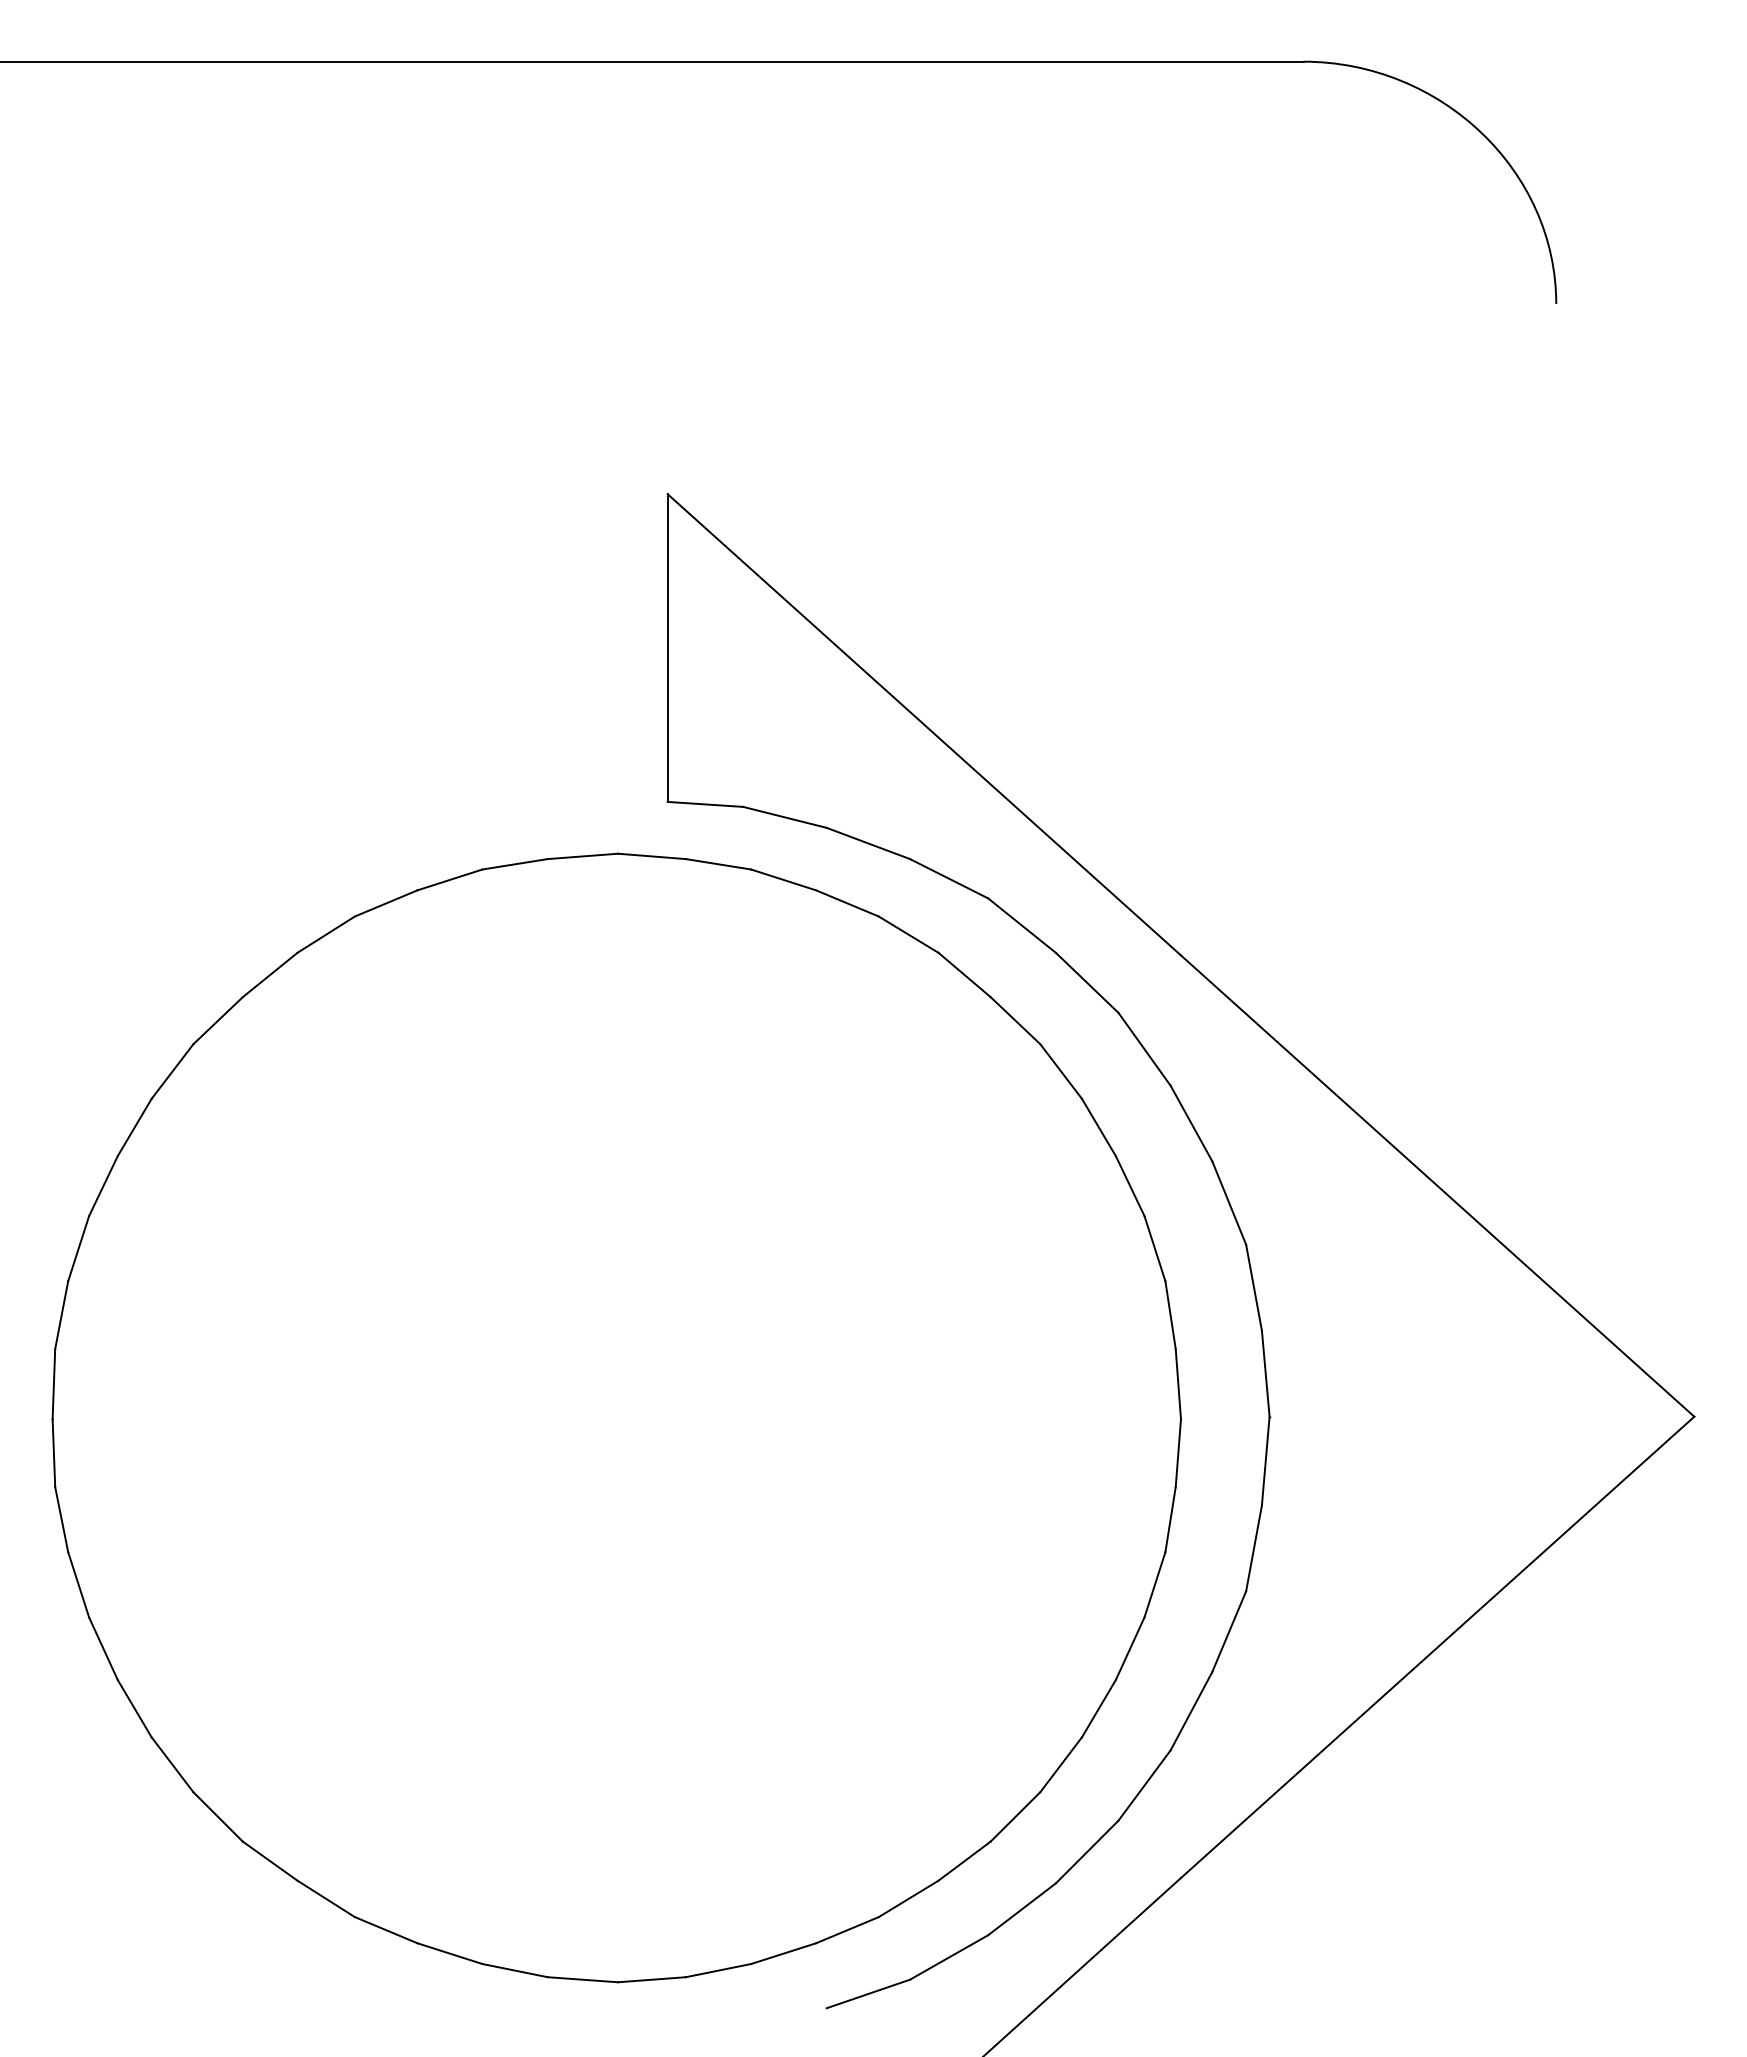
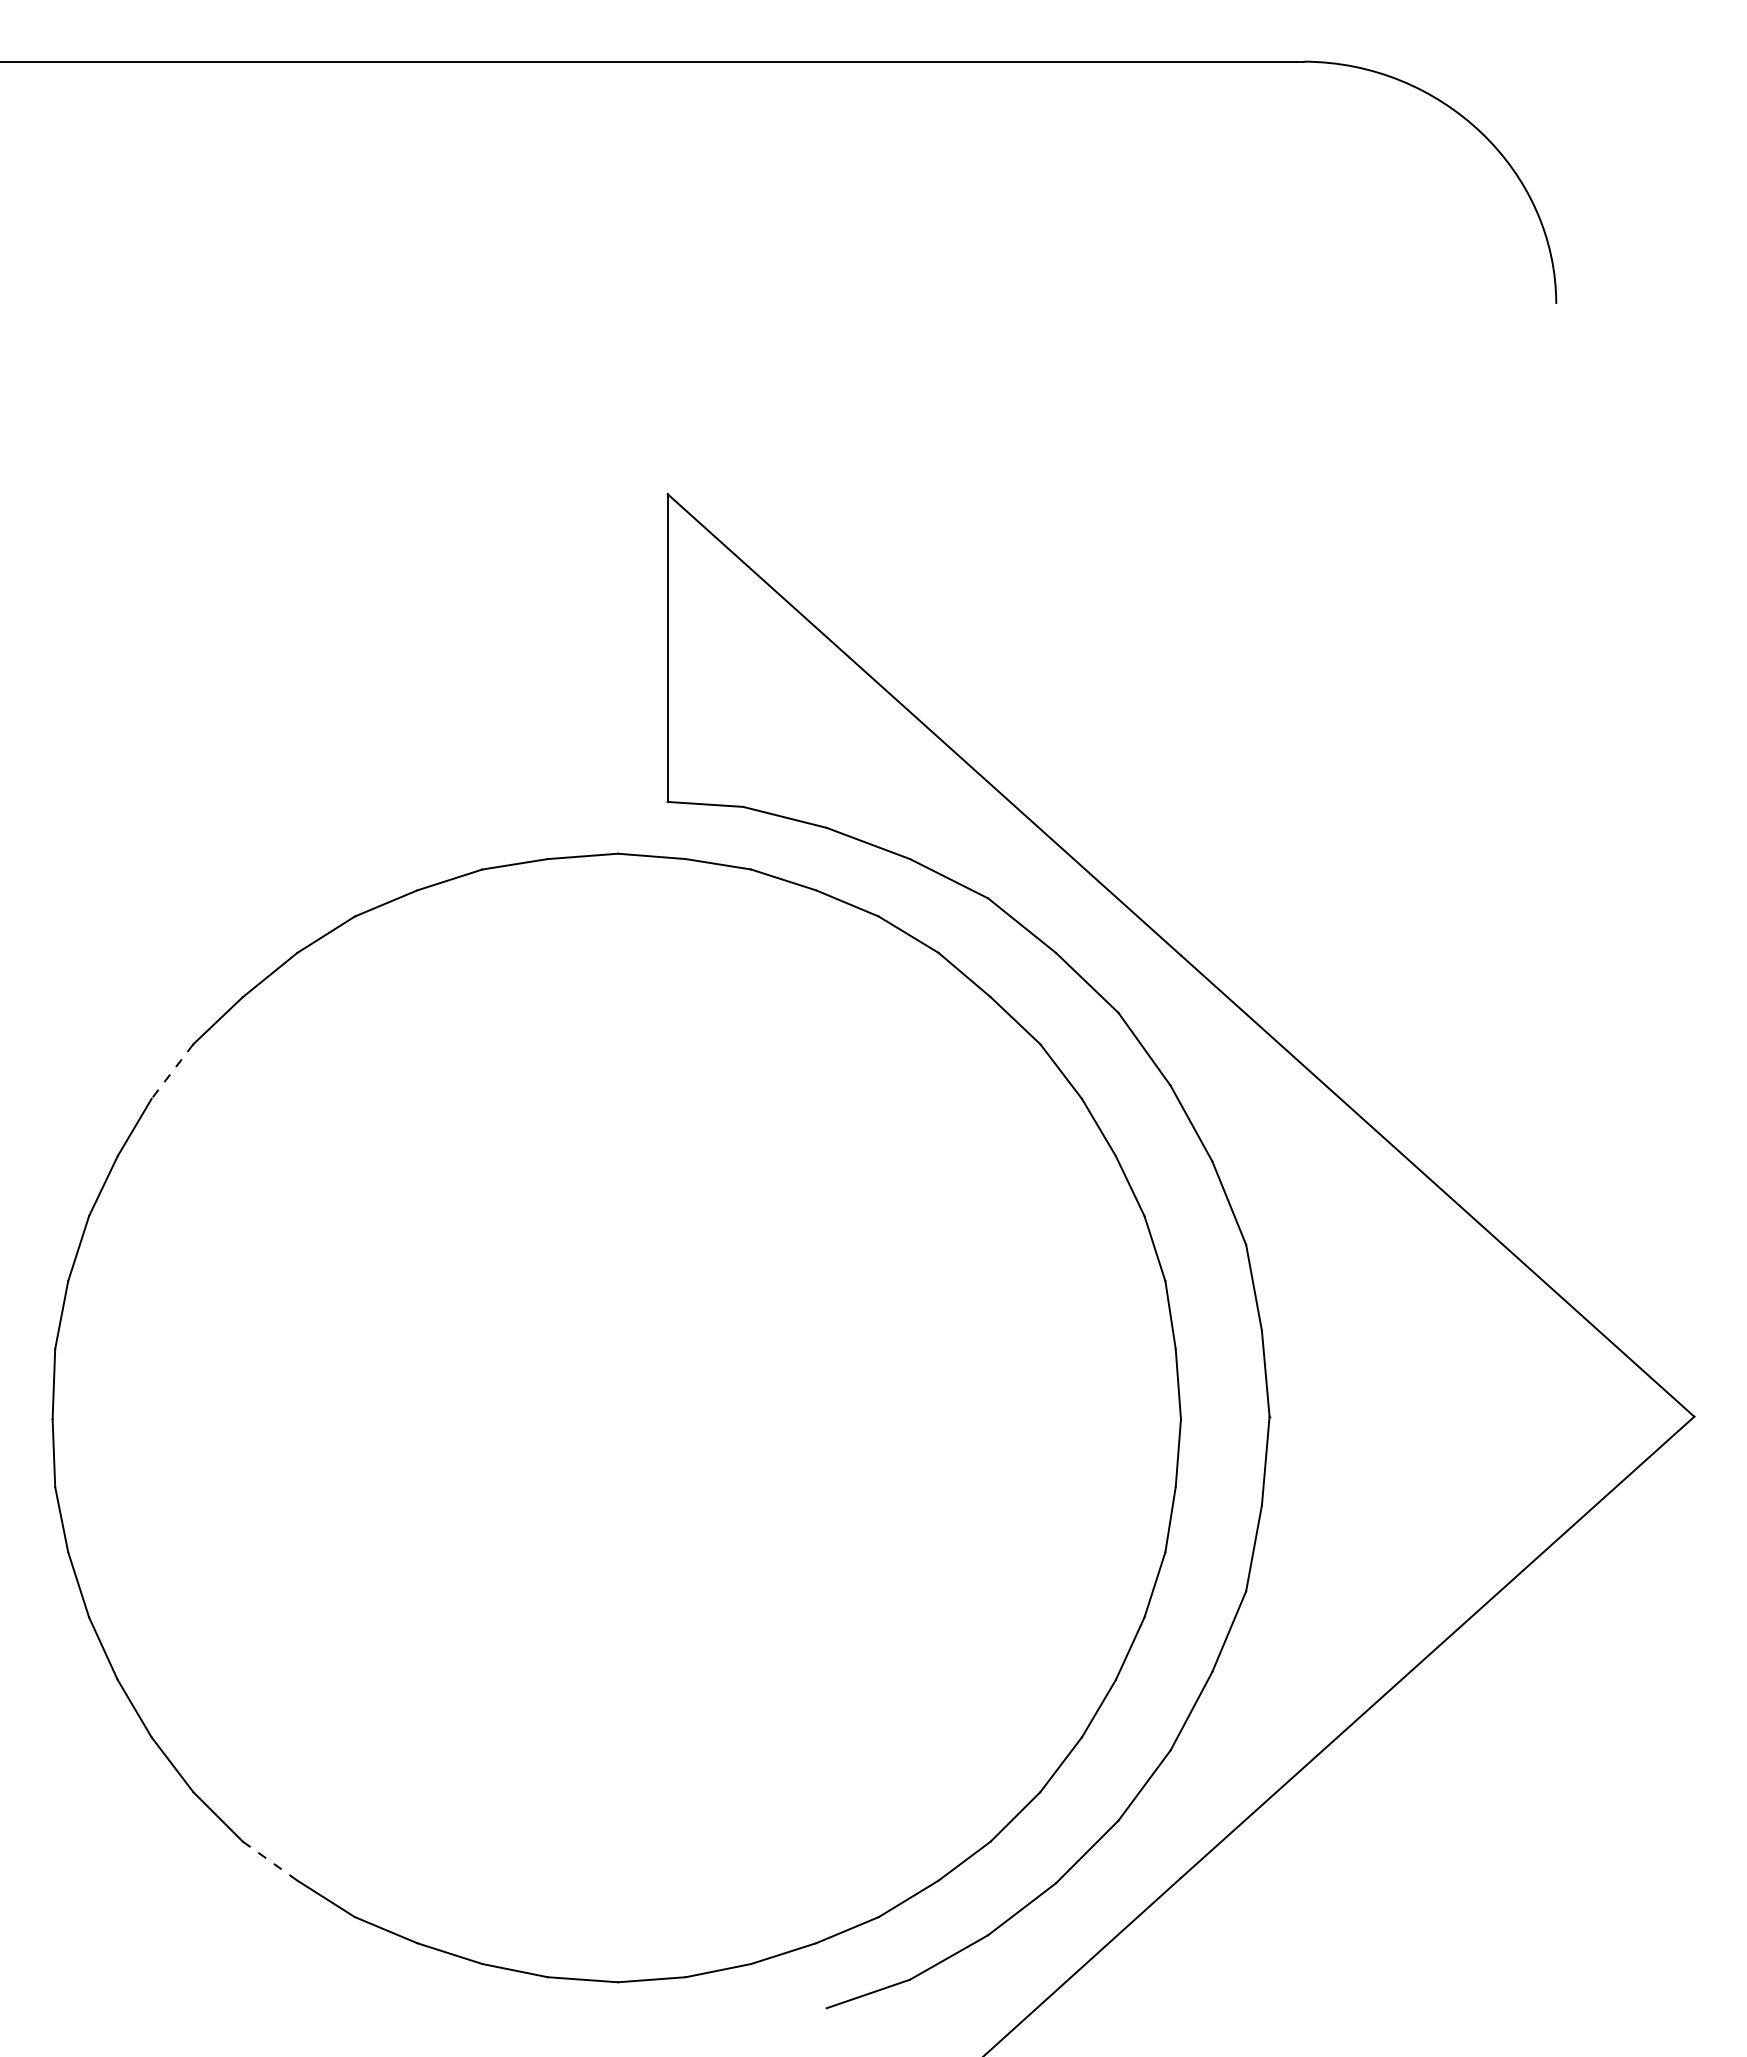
line at (172, 1071): solid -> dashed
line at (270, 1861): solid -> dashed
